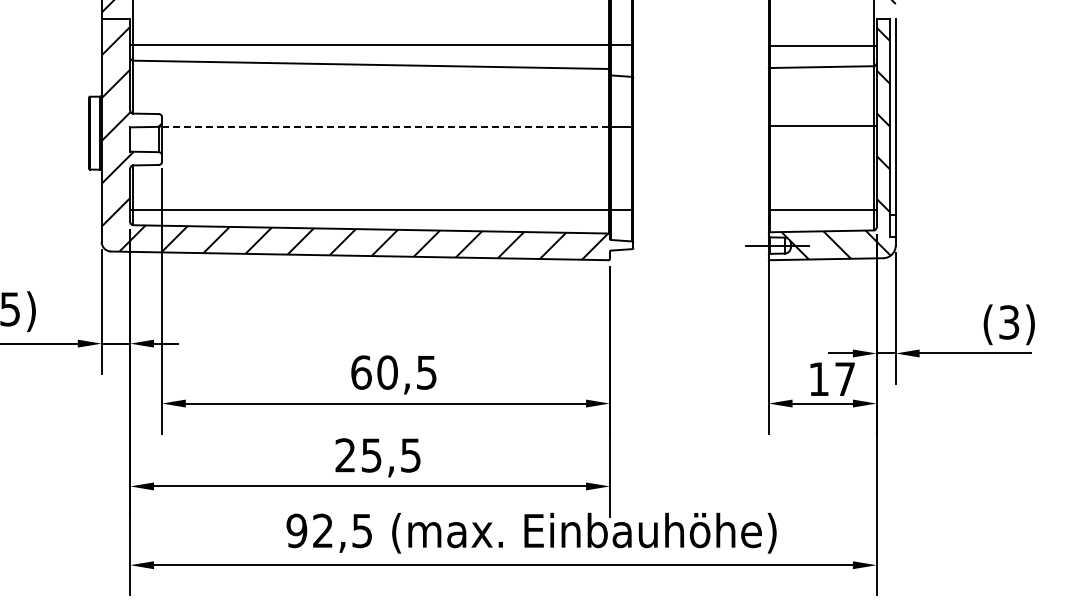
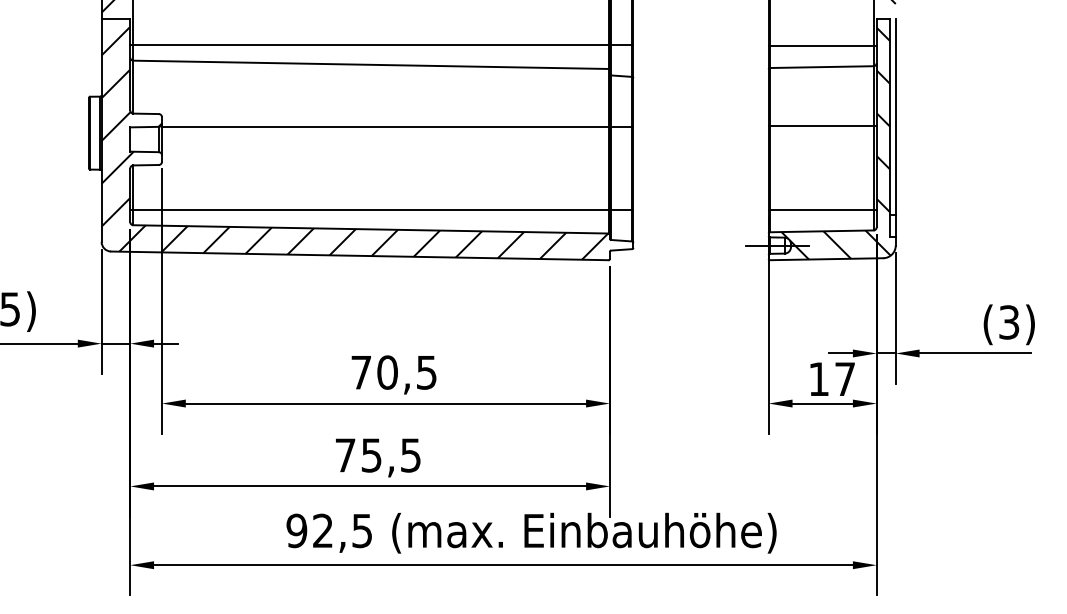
line at (384, 127): dashed -> solid
text at (361, 372): 60,5 -> 70,5
text at (345, 455): 25,5 -> 75,5
